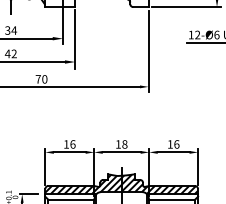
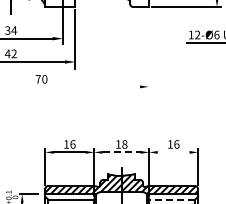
line at (148, 50): present -> none
line at (71, 86): present -> none
line at (121, 152): solid -> dashed
line at (173, 152): present -> none
line at (172, 199): solid -> dashed
